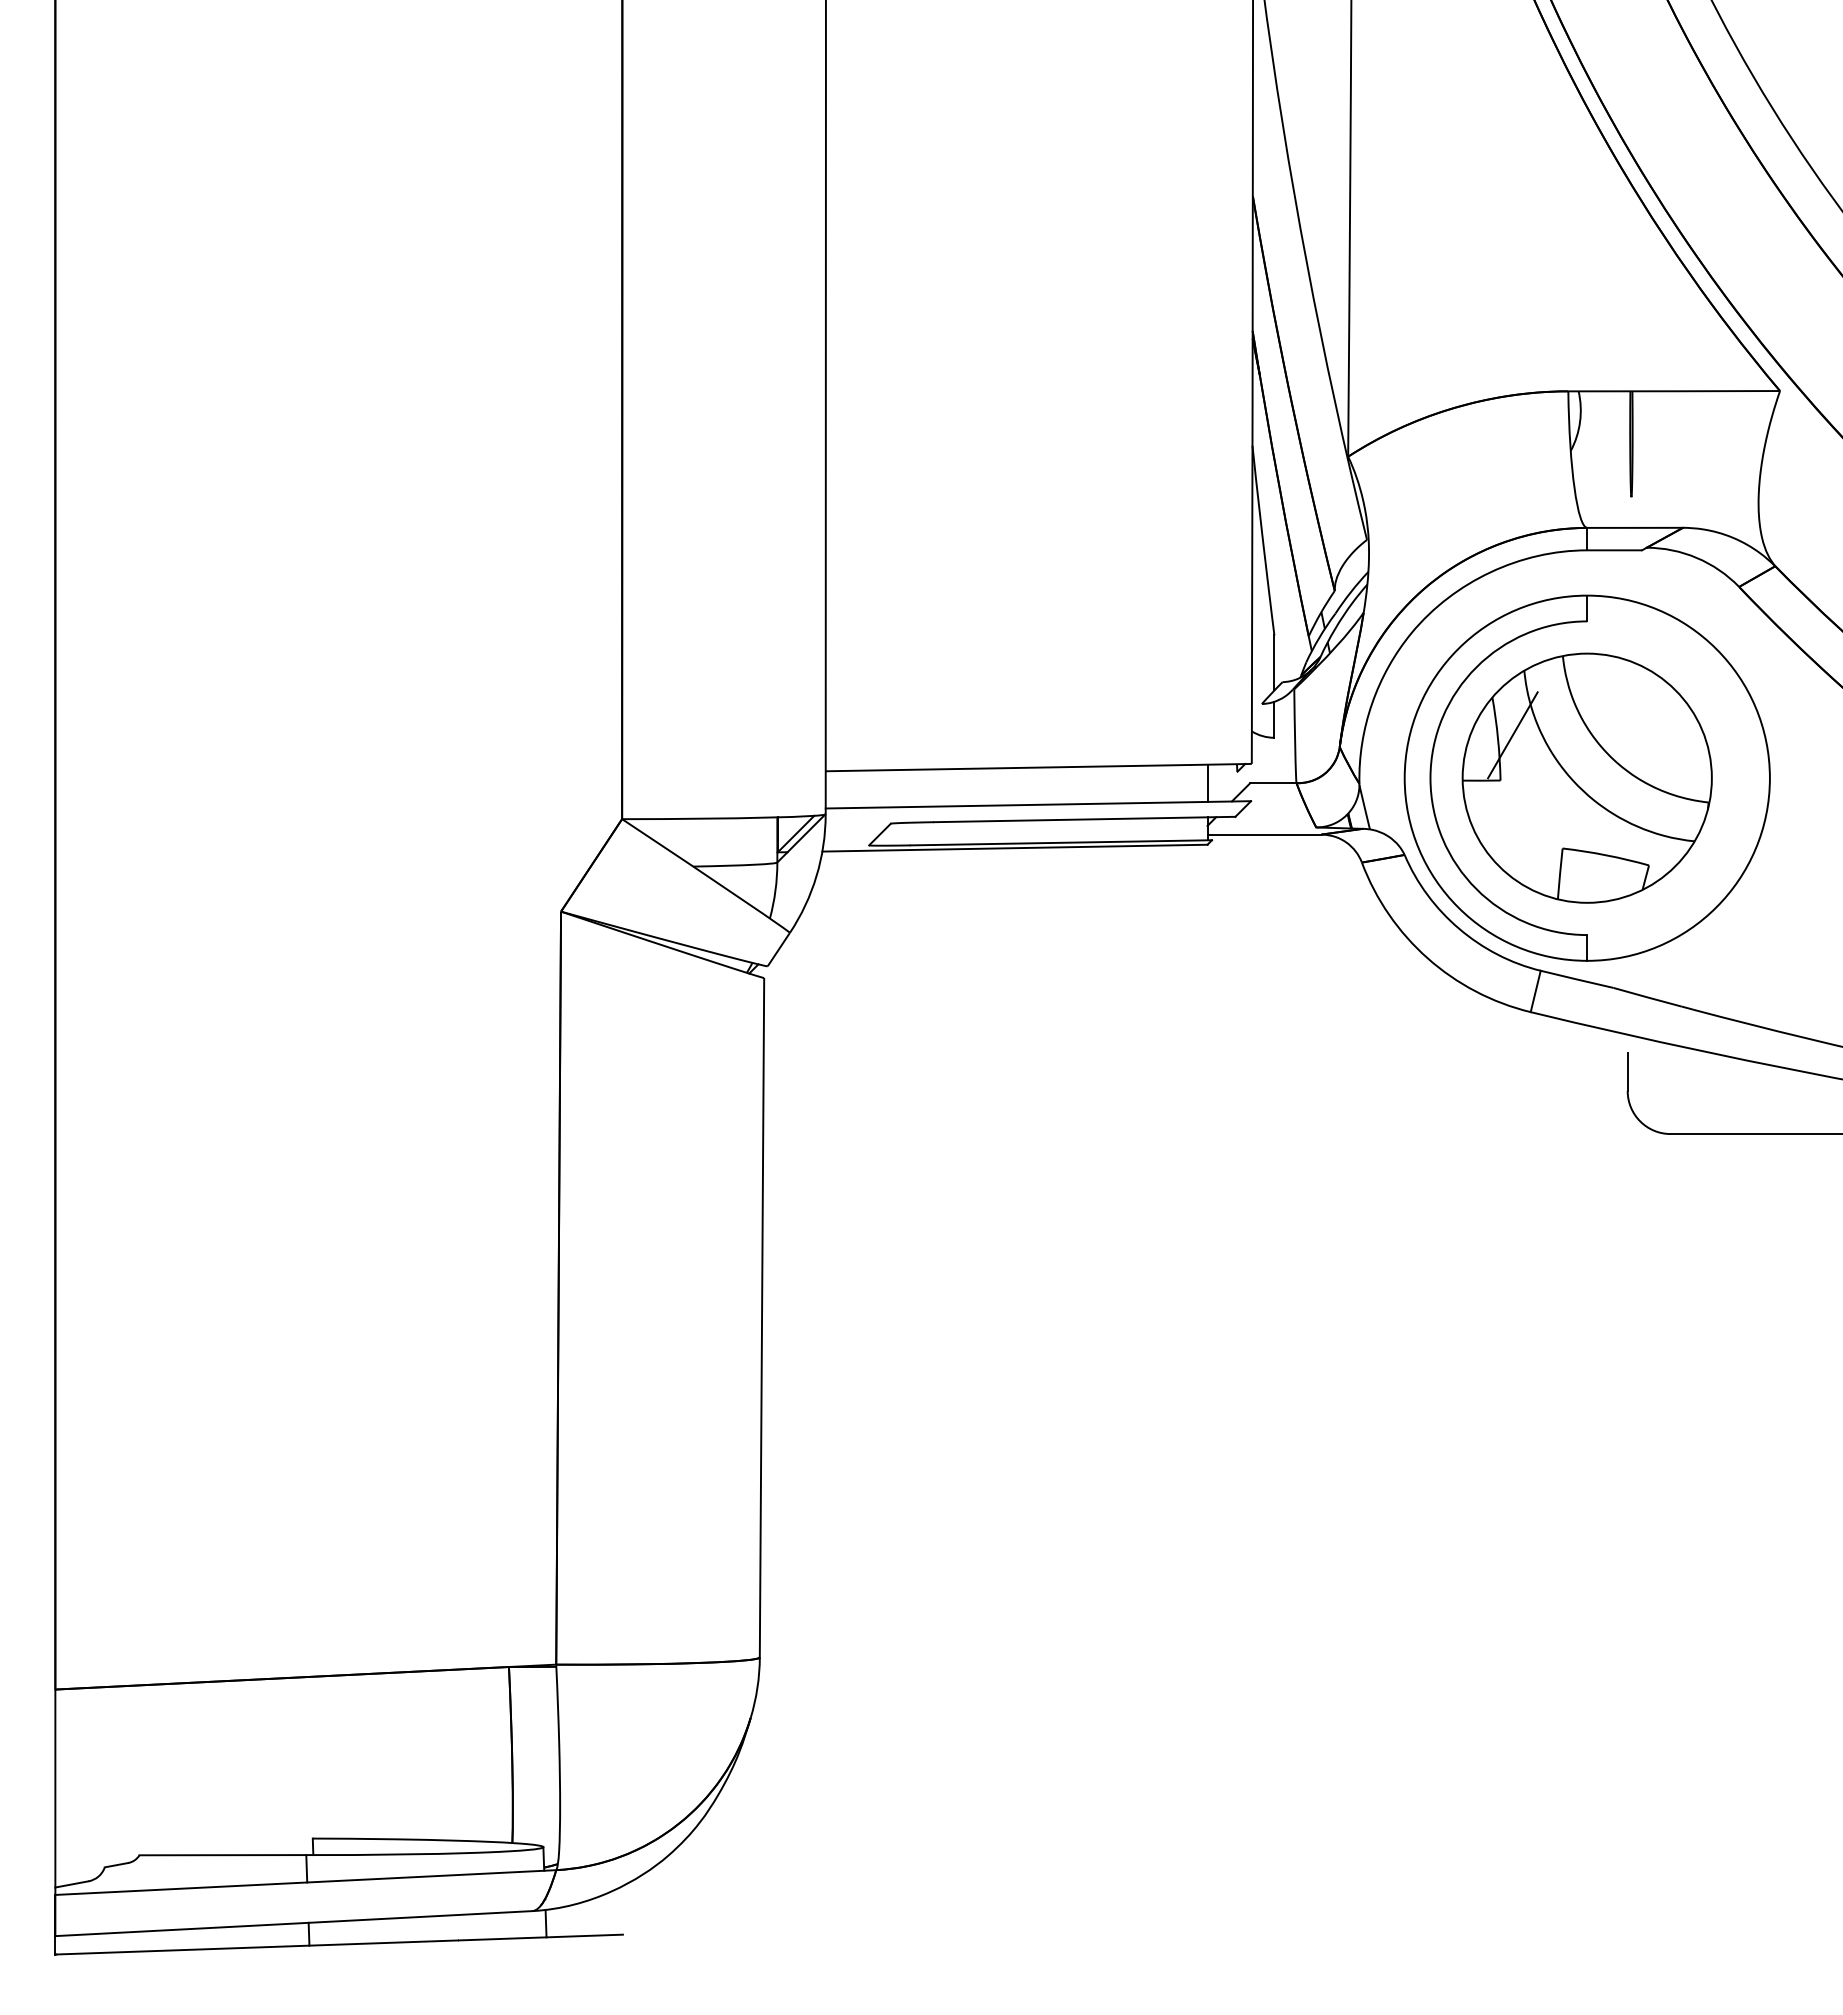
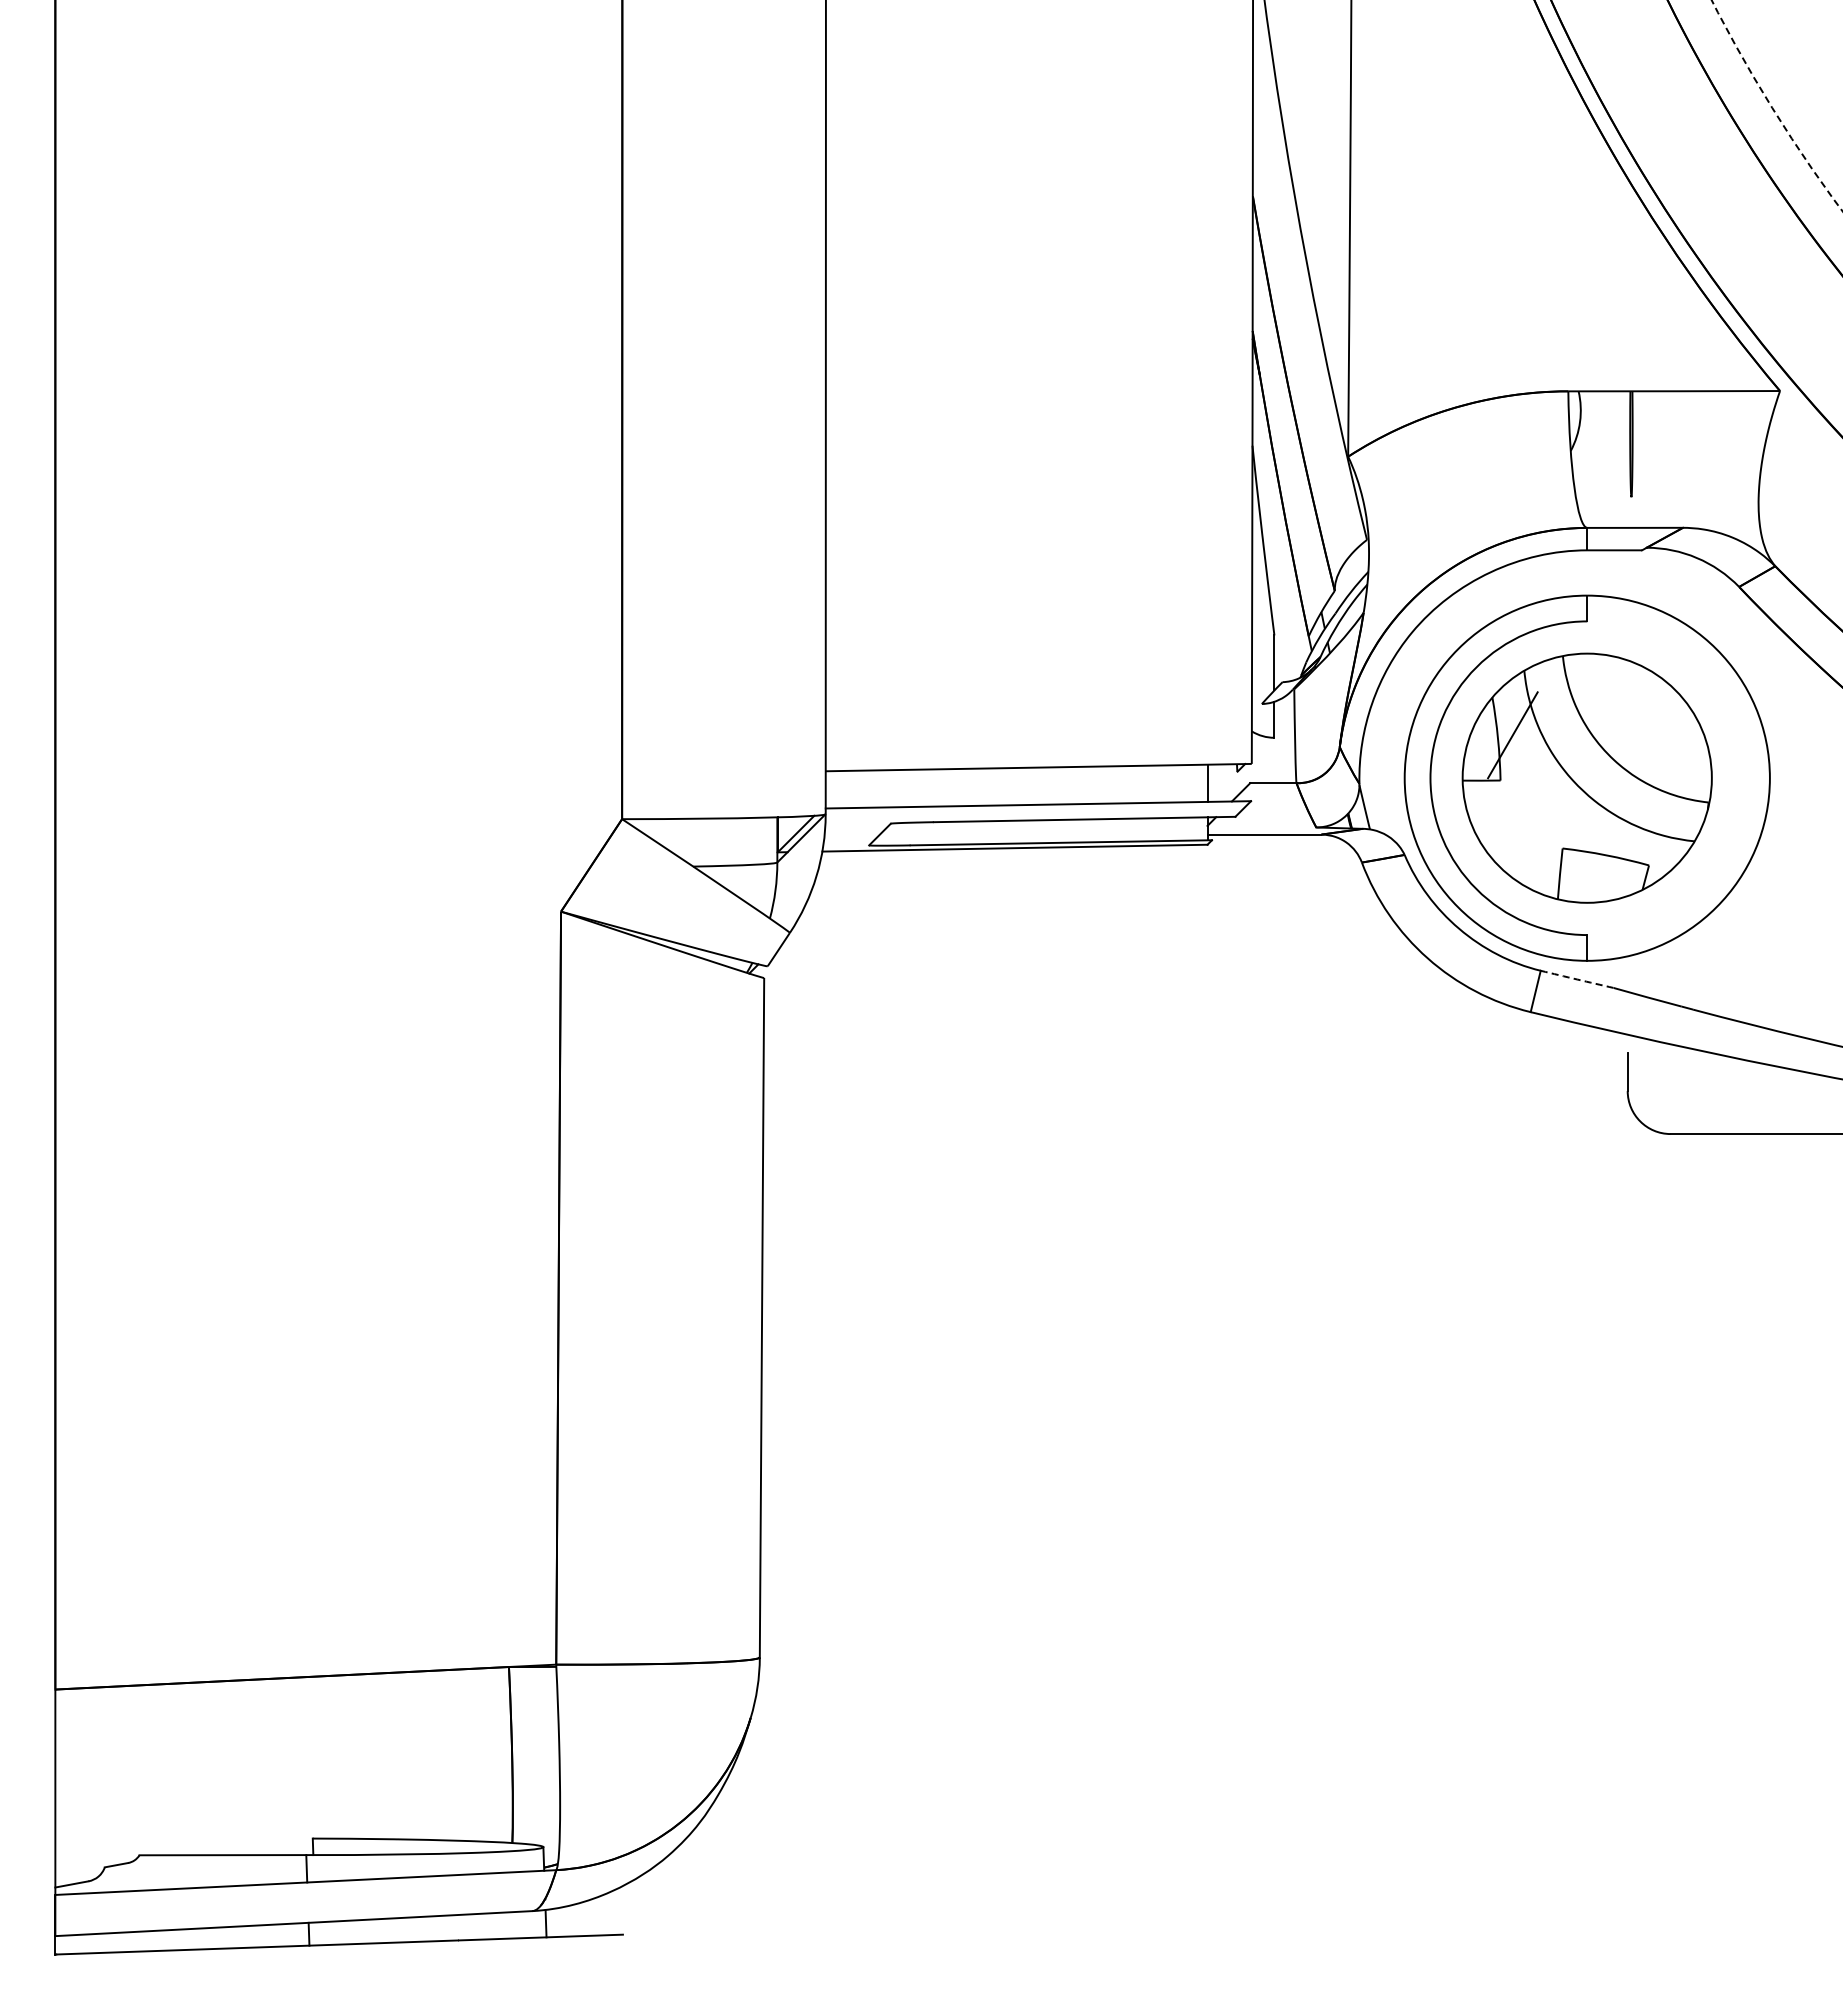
arc at (1772, 108): solid -> dashed
arc at (1577, 979): solid -> dashed
